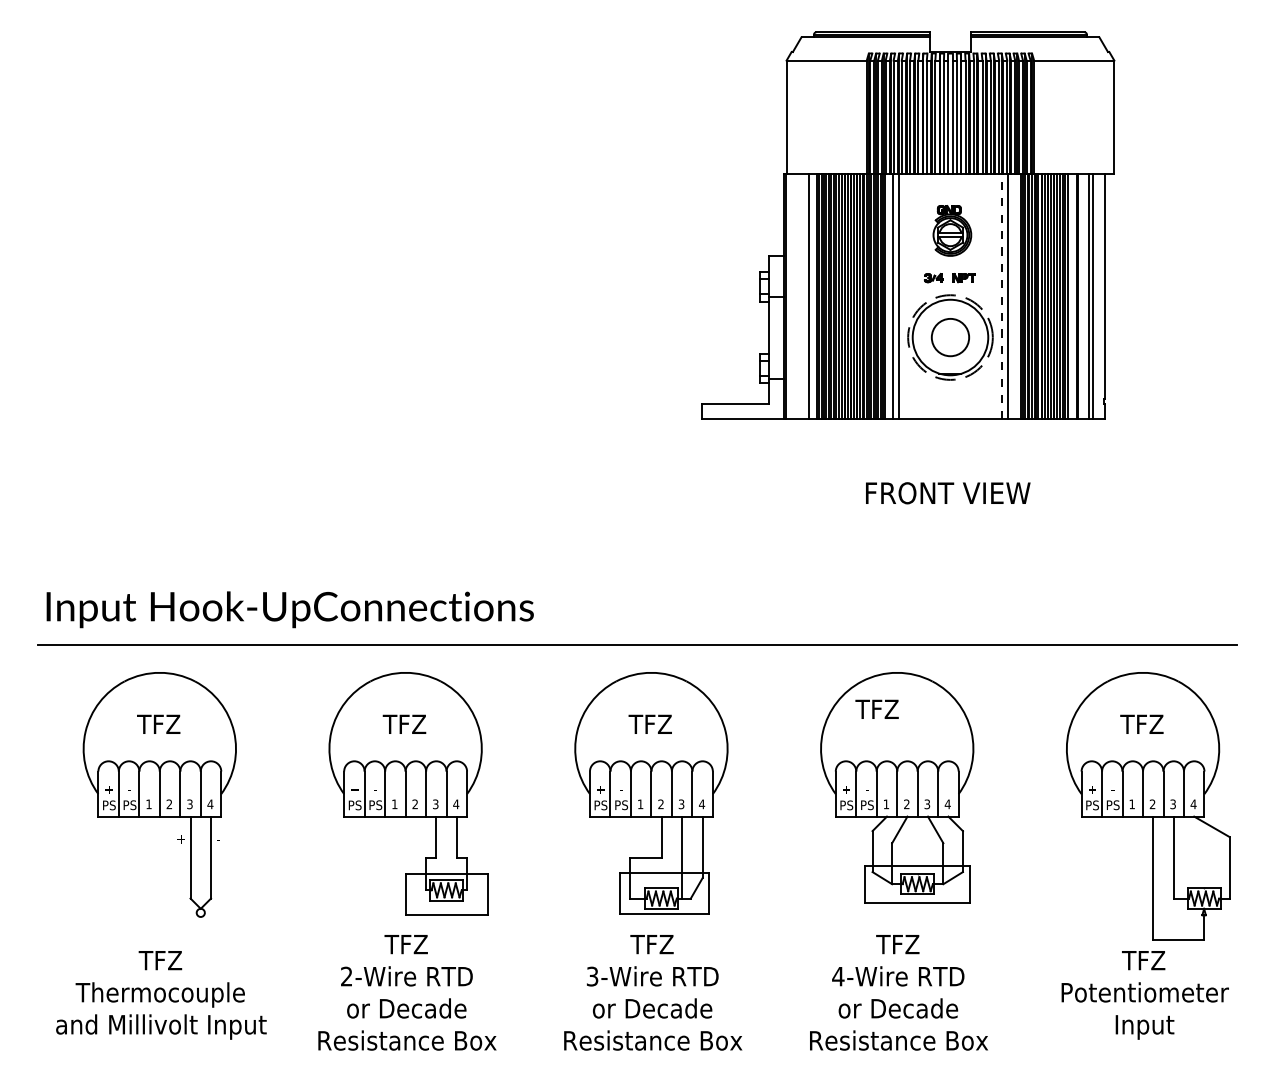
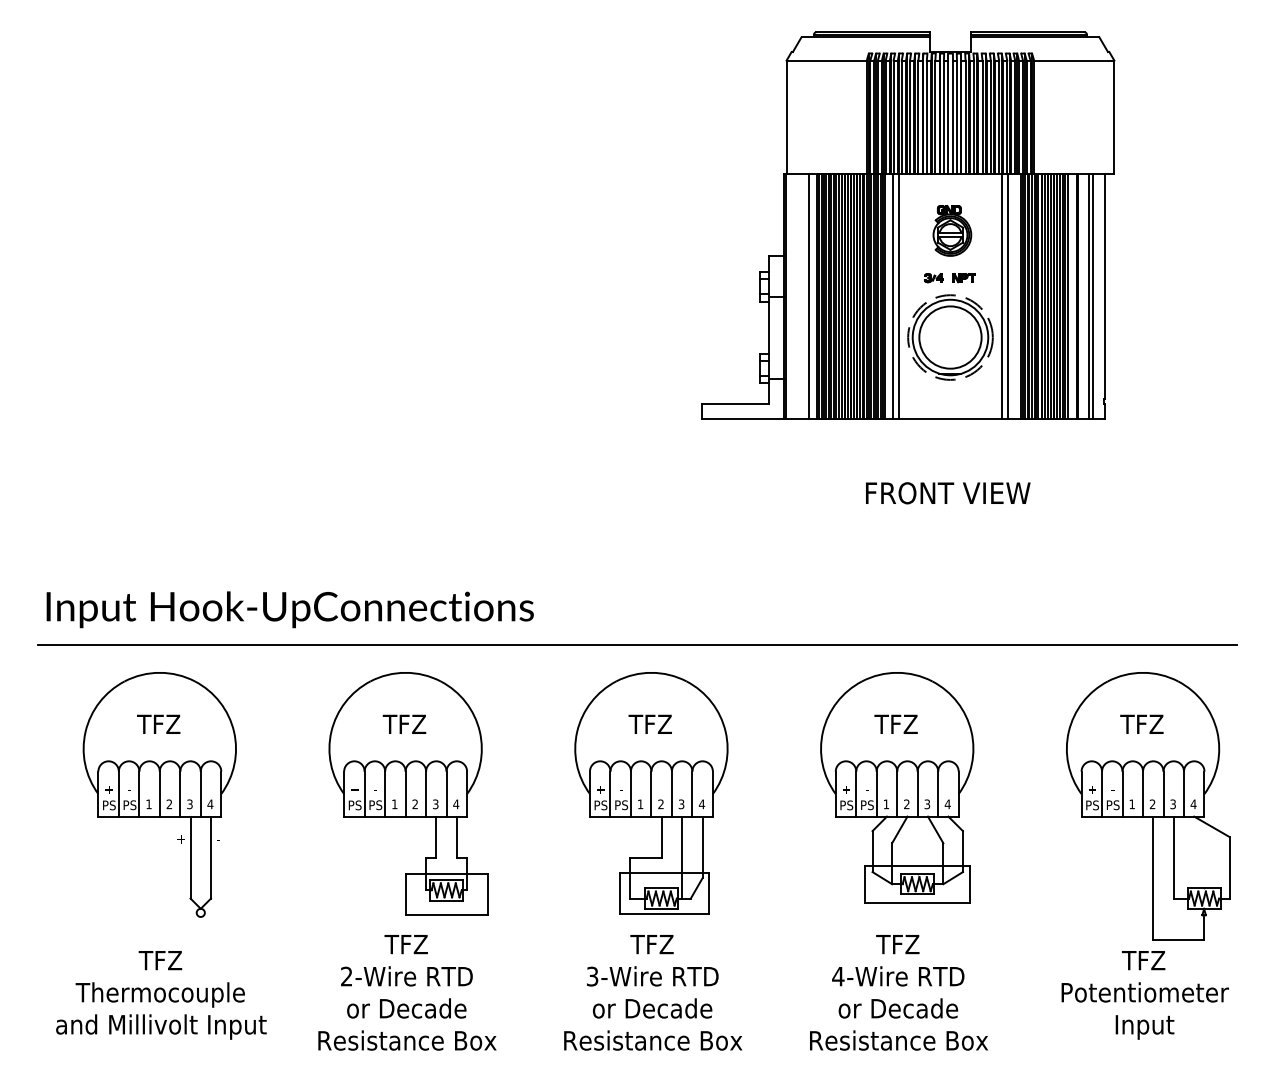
line at (1001, 296): dashed -> solid
circle at (950, 337) diameter: 37 px -> 62 px
text at (876, 708) position: (876, 708) -> (895, 723)
